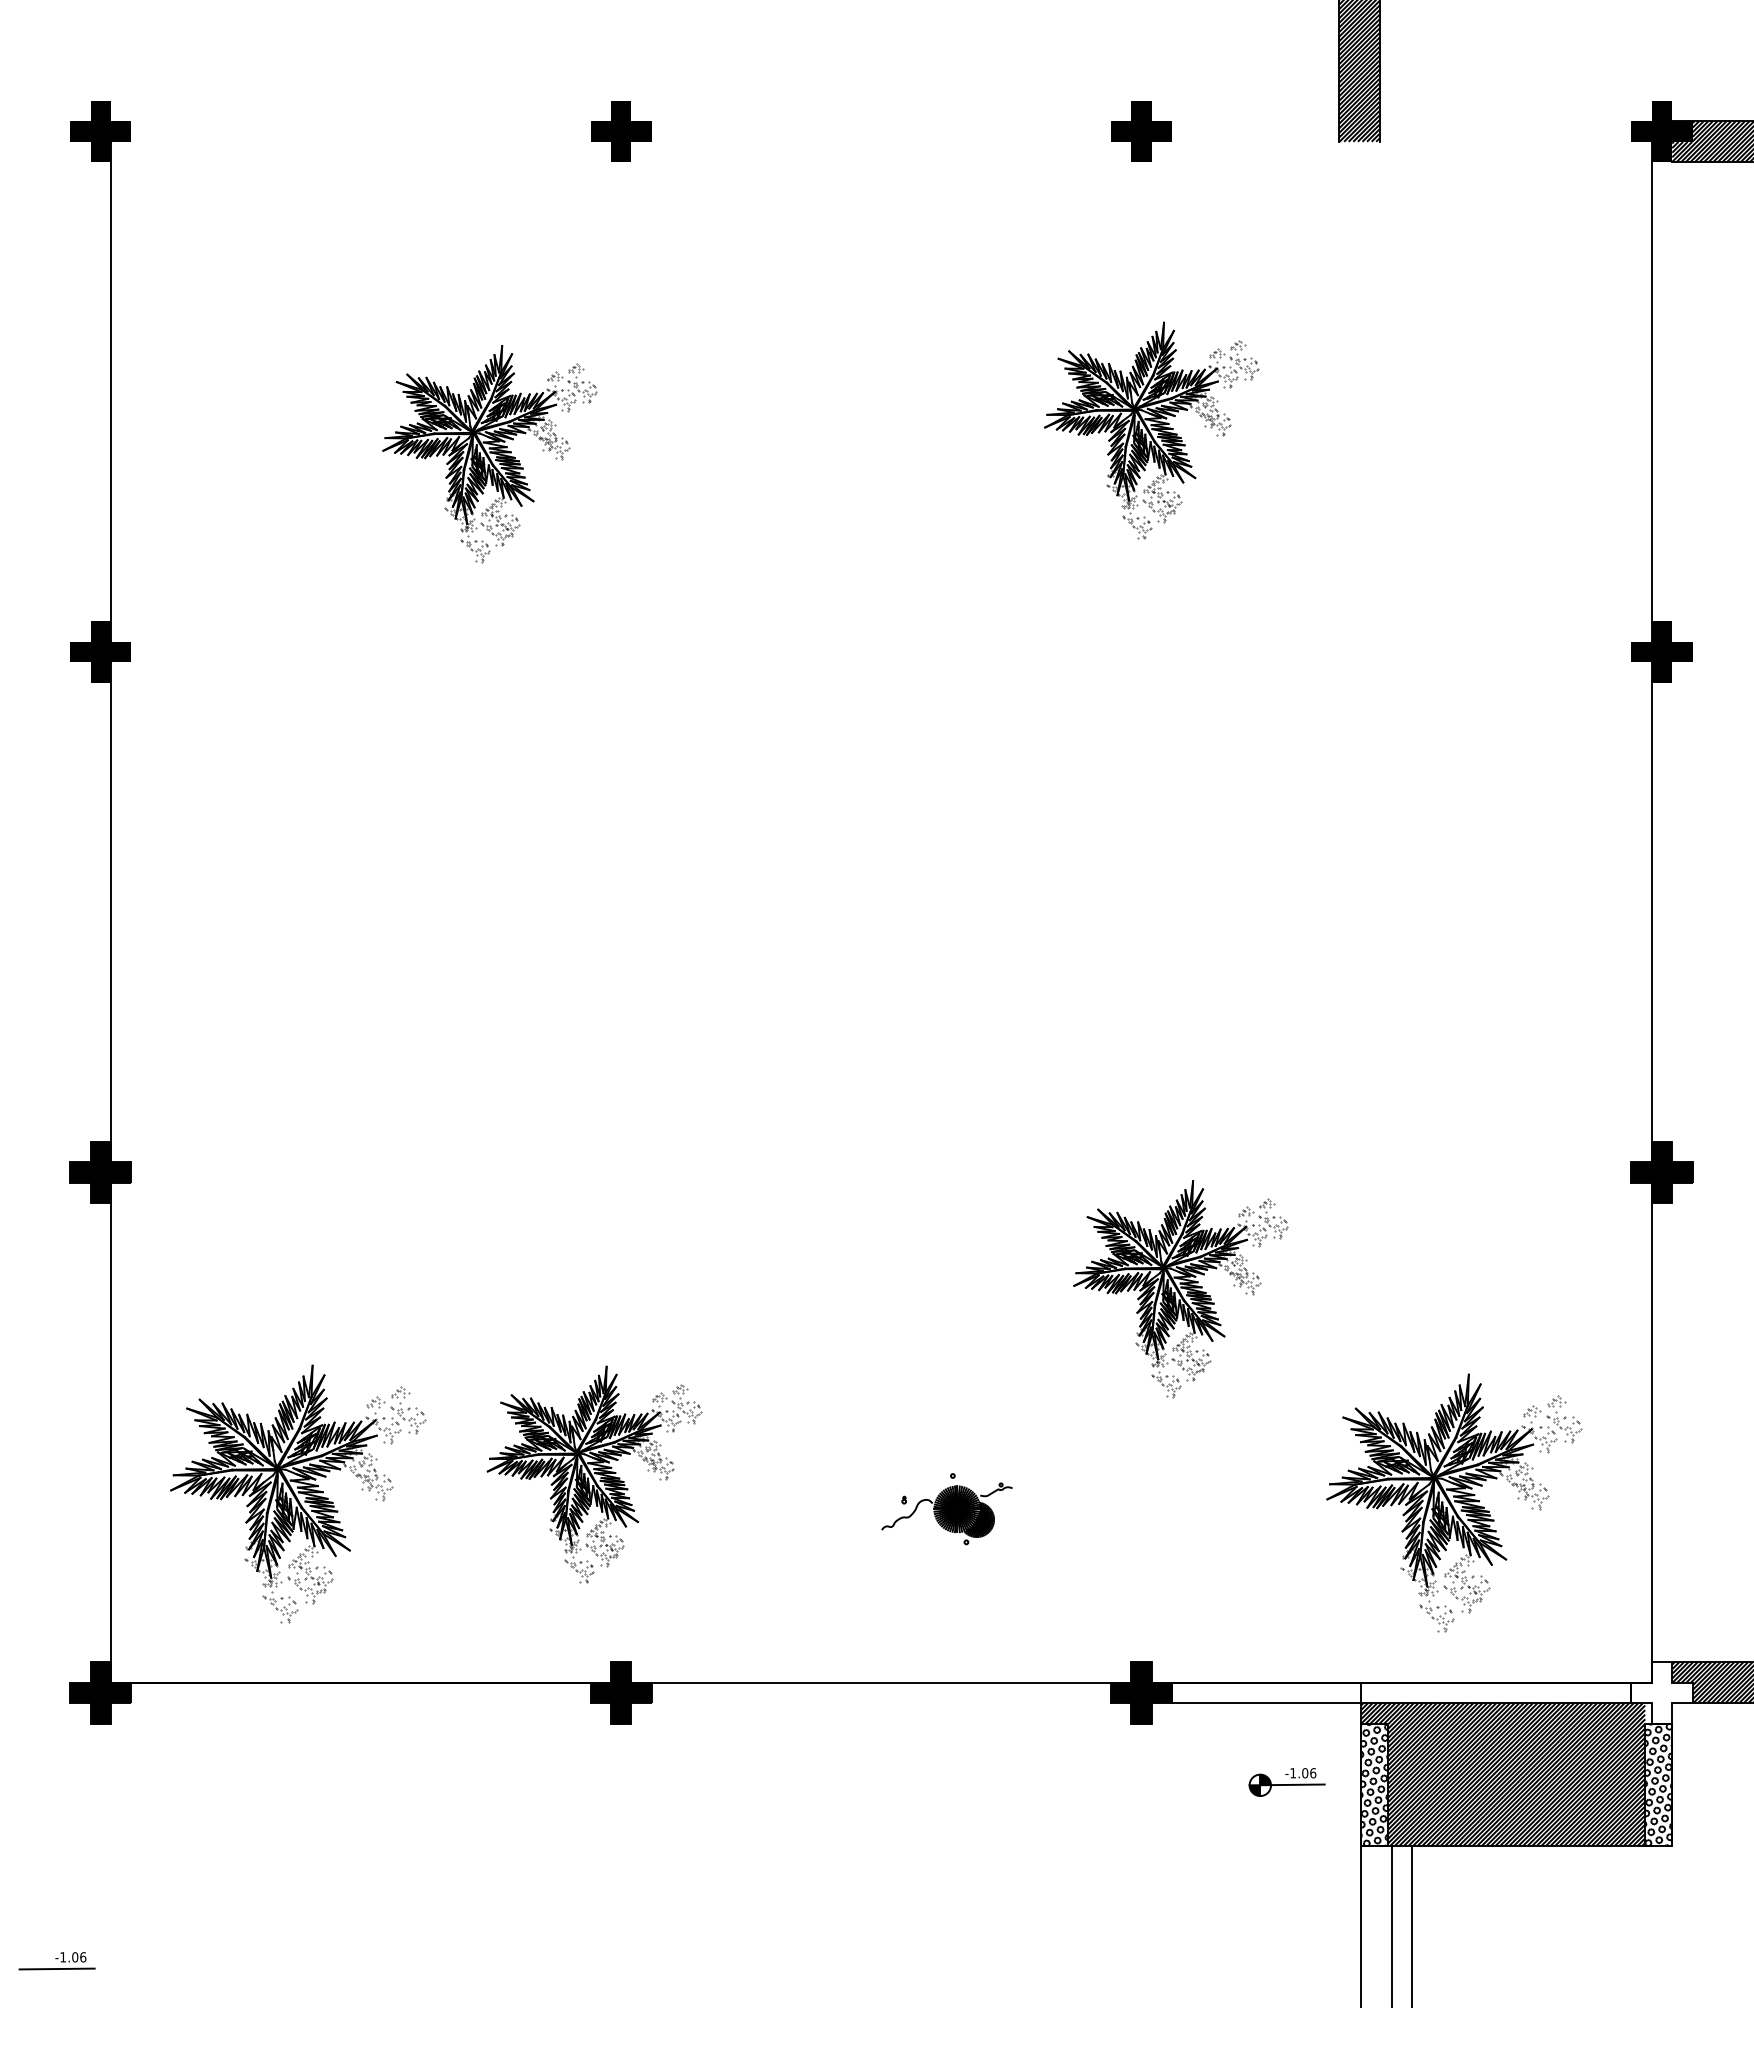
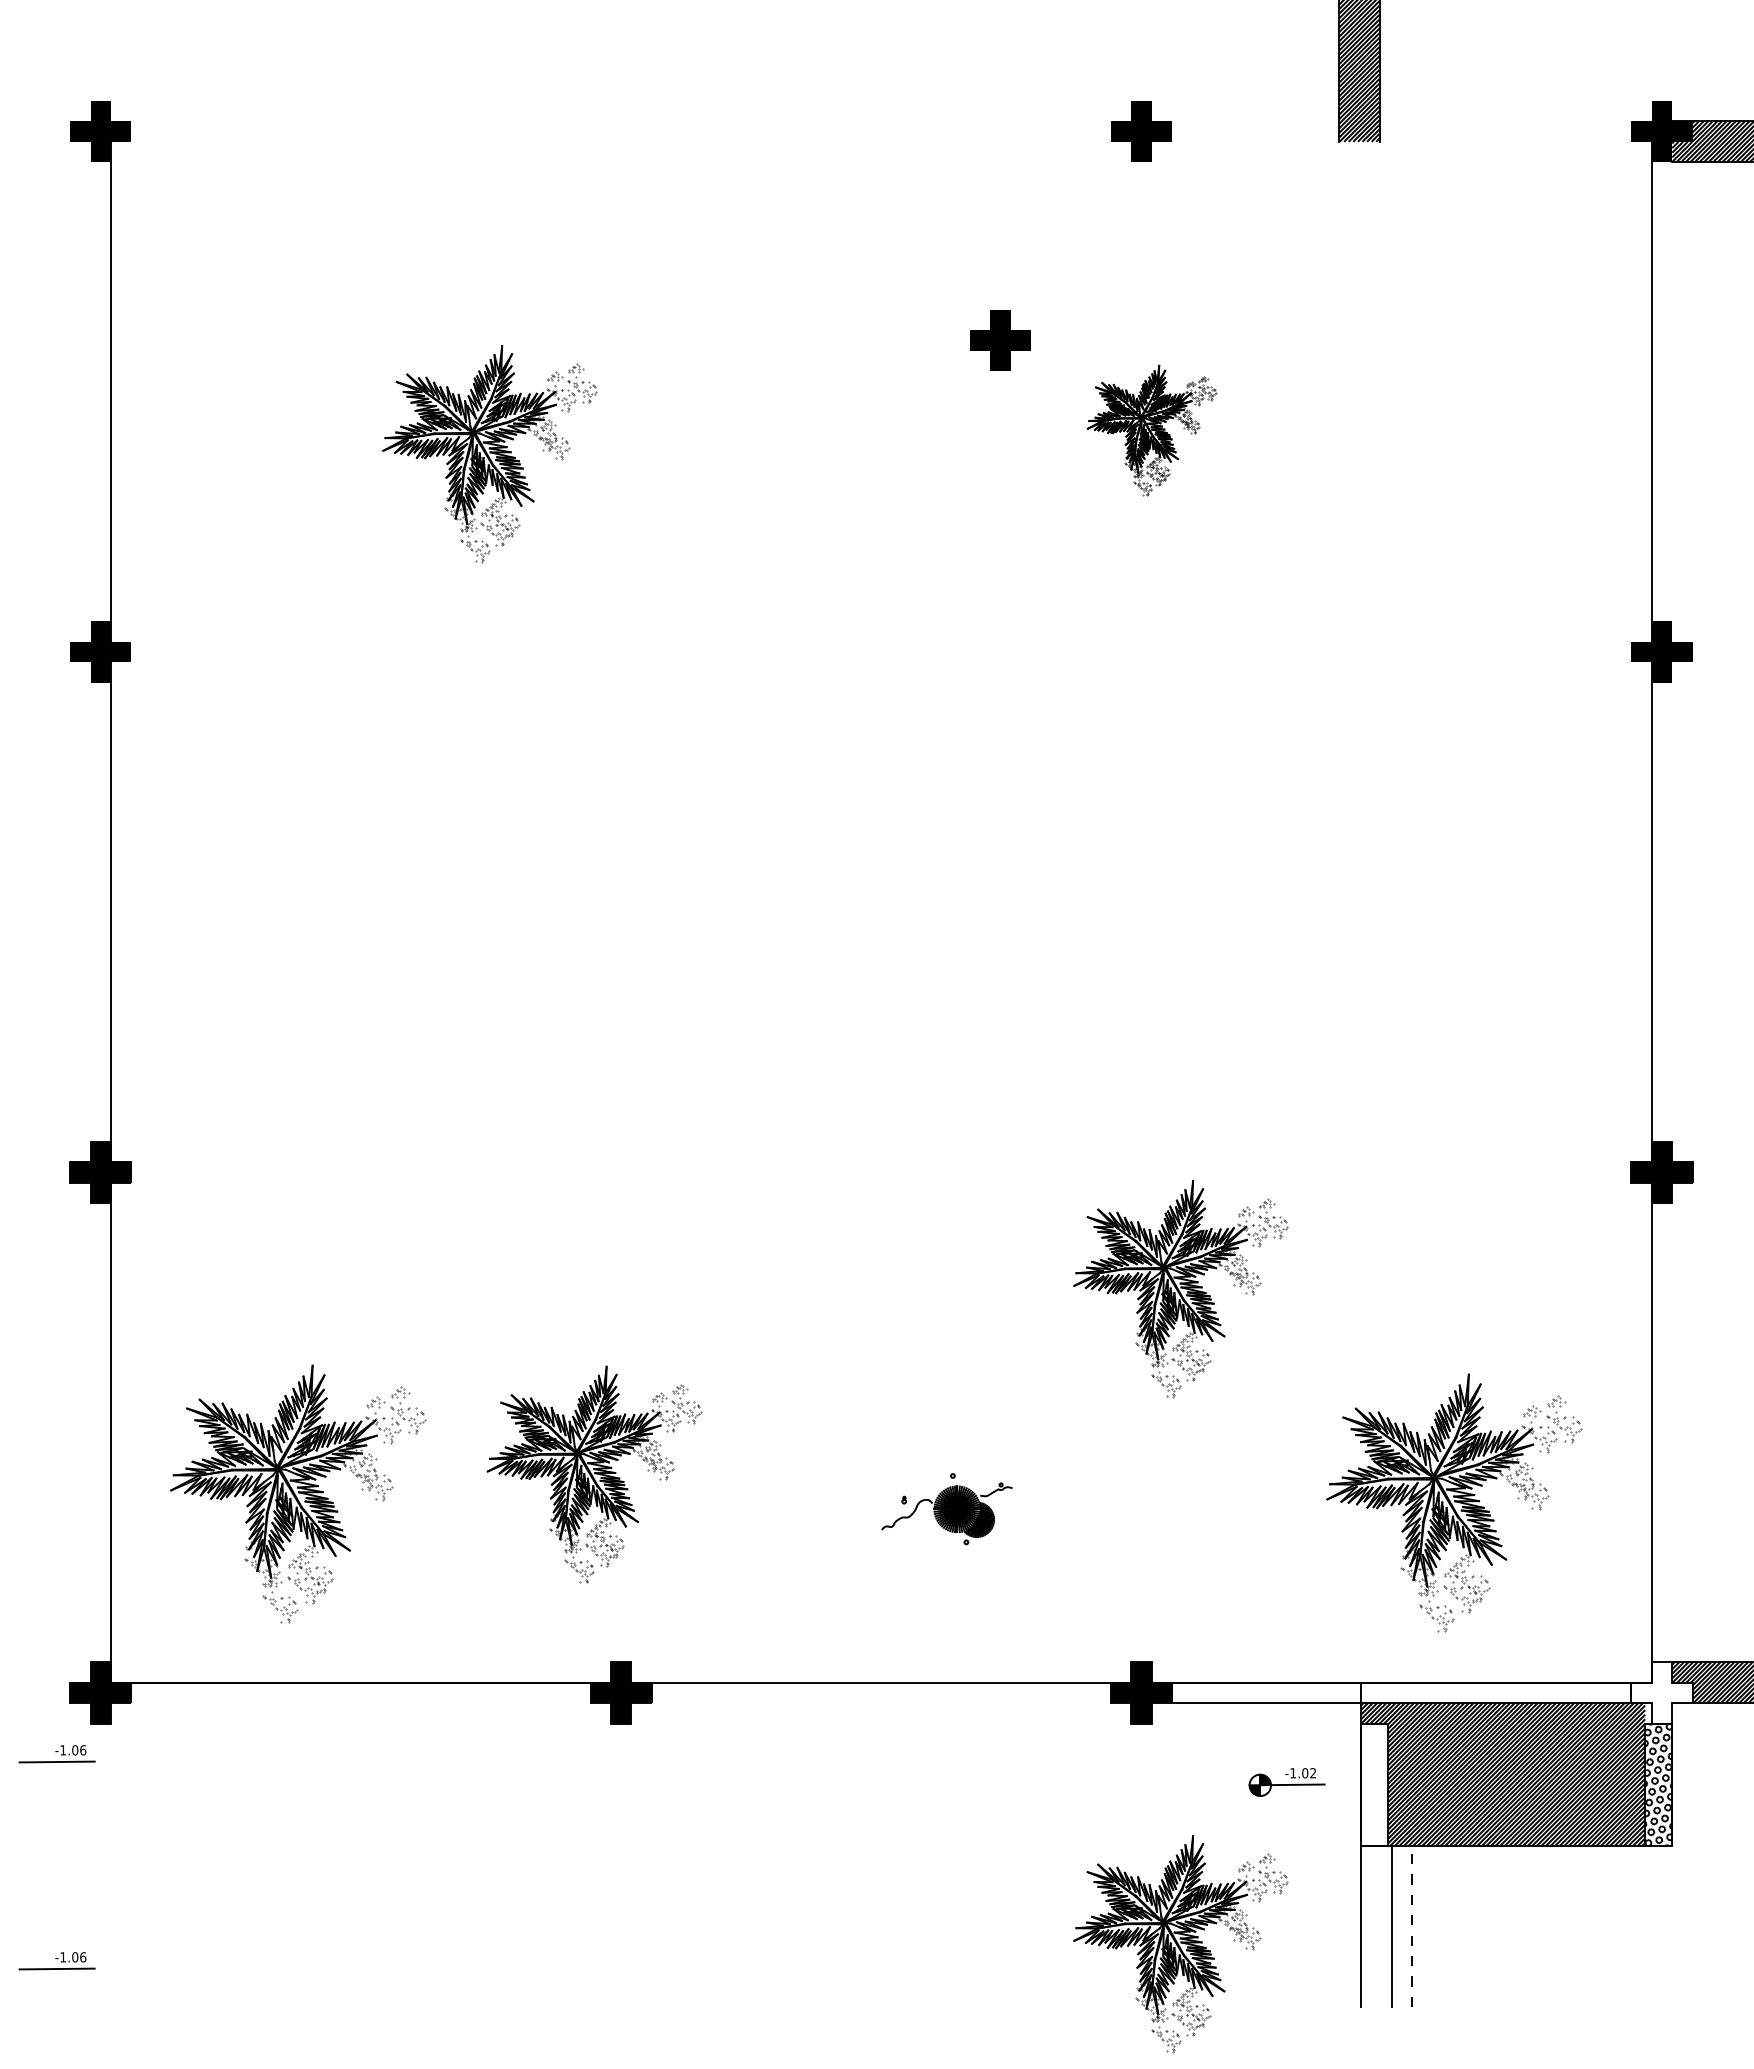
fill at (620, 131): present -> none
part at (1000, 340): none -> present
part at (1151, 430) size: 216x219 px -> 132x133 px
part at (56, 1754): none -> present
text at (1313, 1773): -1.06 -> -1.02
hatch at (1374, 1784): present -> none
line at (1412, 1926): solid -> dashed
part at (1180, 1944): none -> present
